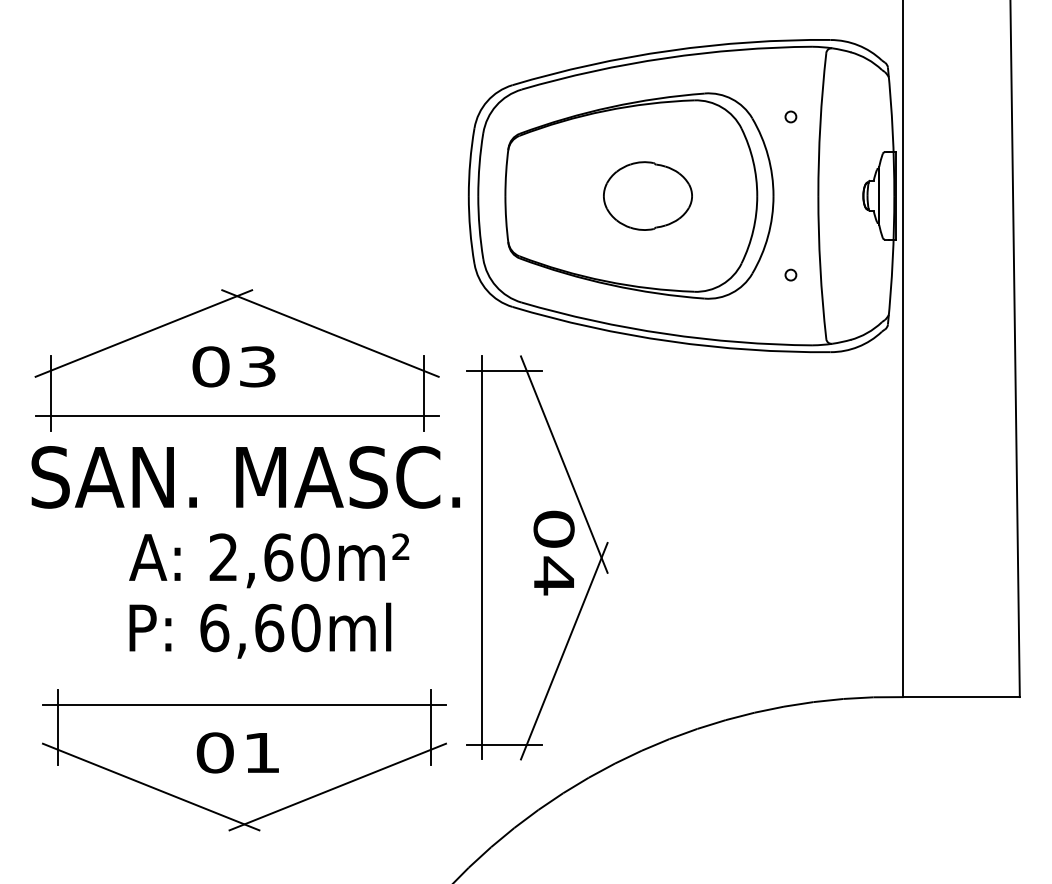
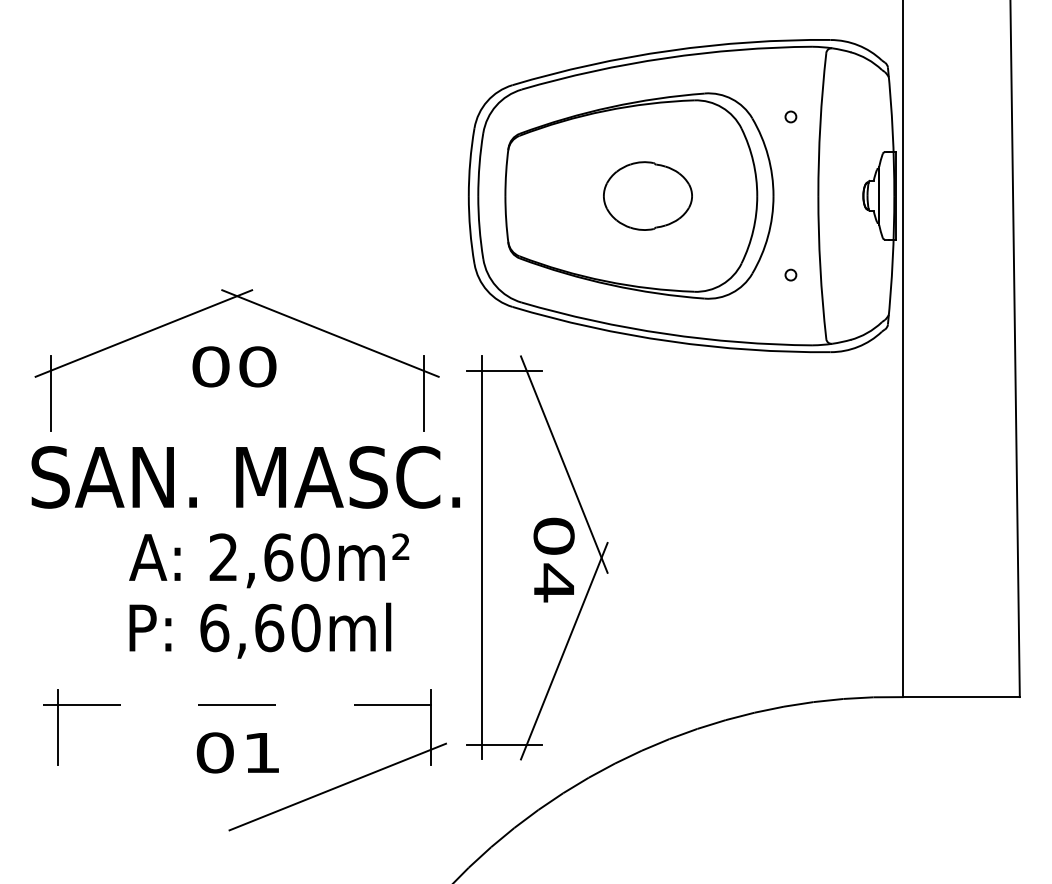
text at (257, 366): 03 -> 00
line at (236, 415): present -> none
text at (553, 552) position: (553, 552) -> (553, 559)
line at (244, 704): solid -> dashed
line at (150, 786): present -> none
